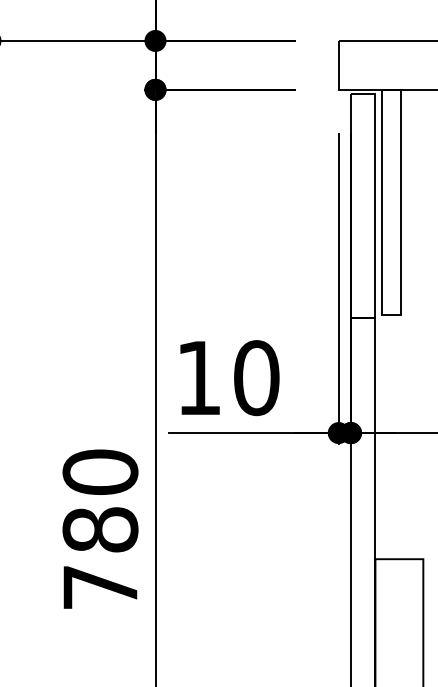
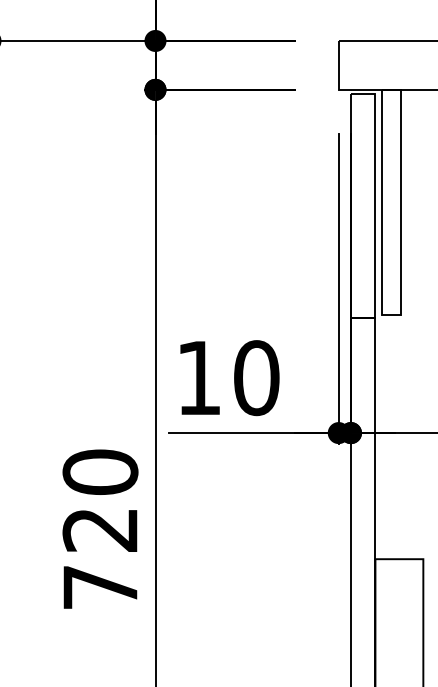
text at (100, 529): 780 -> 720
